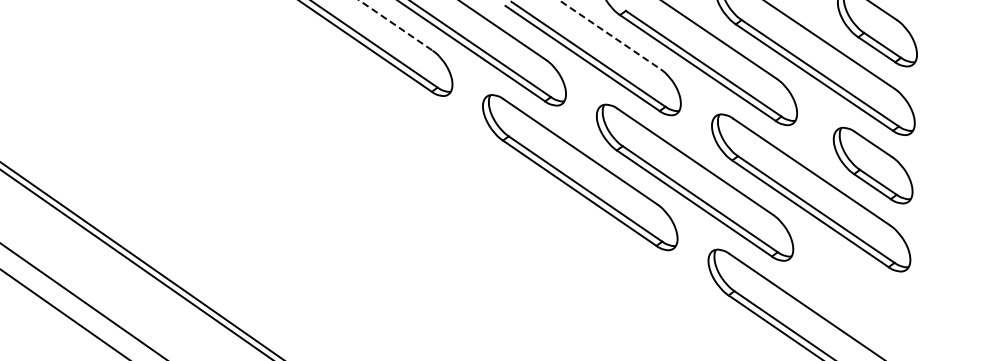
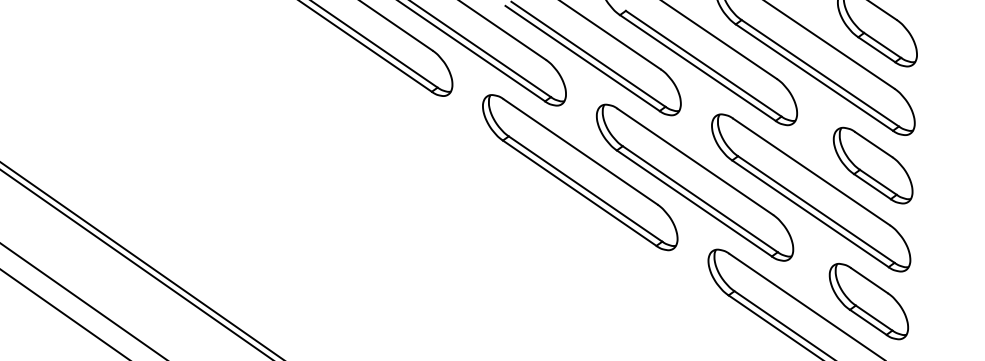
line at (396, 25): dashed -> solid
line at (610, 35): dashed -> solid
part at (868, 301): none -> present
